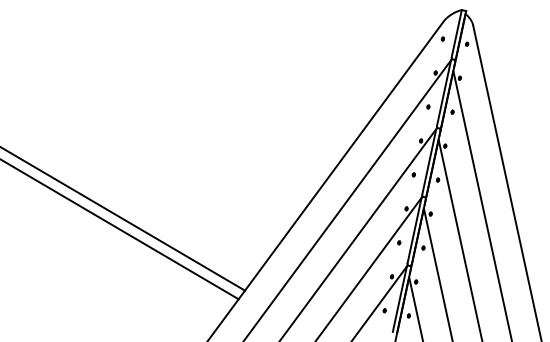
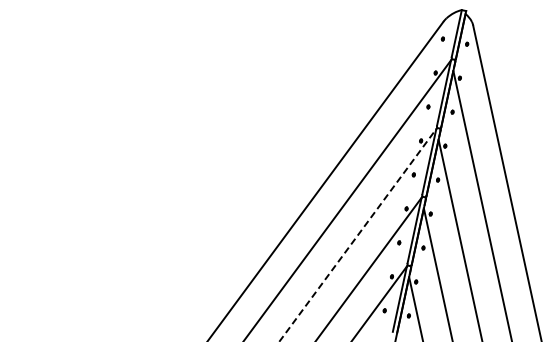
line at (123, 219): present -> none
line at (120, 229): present -> none
line at (358, 234): solid -> dashed
